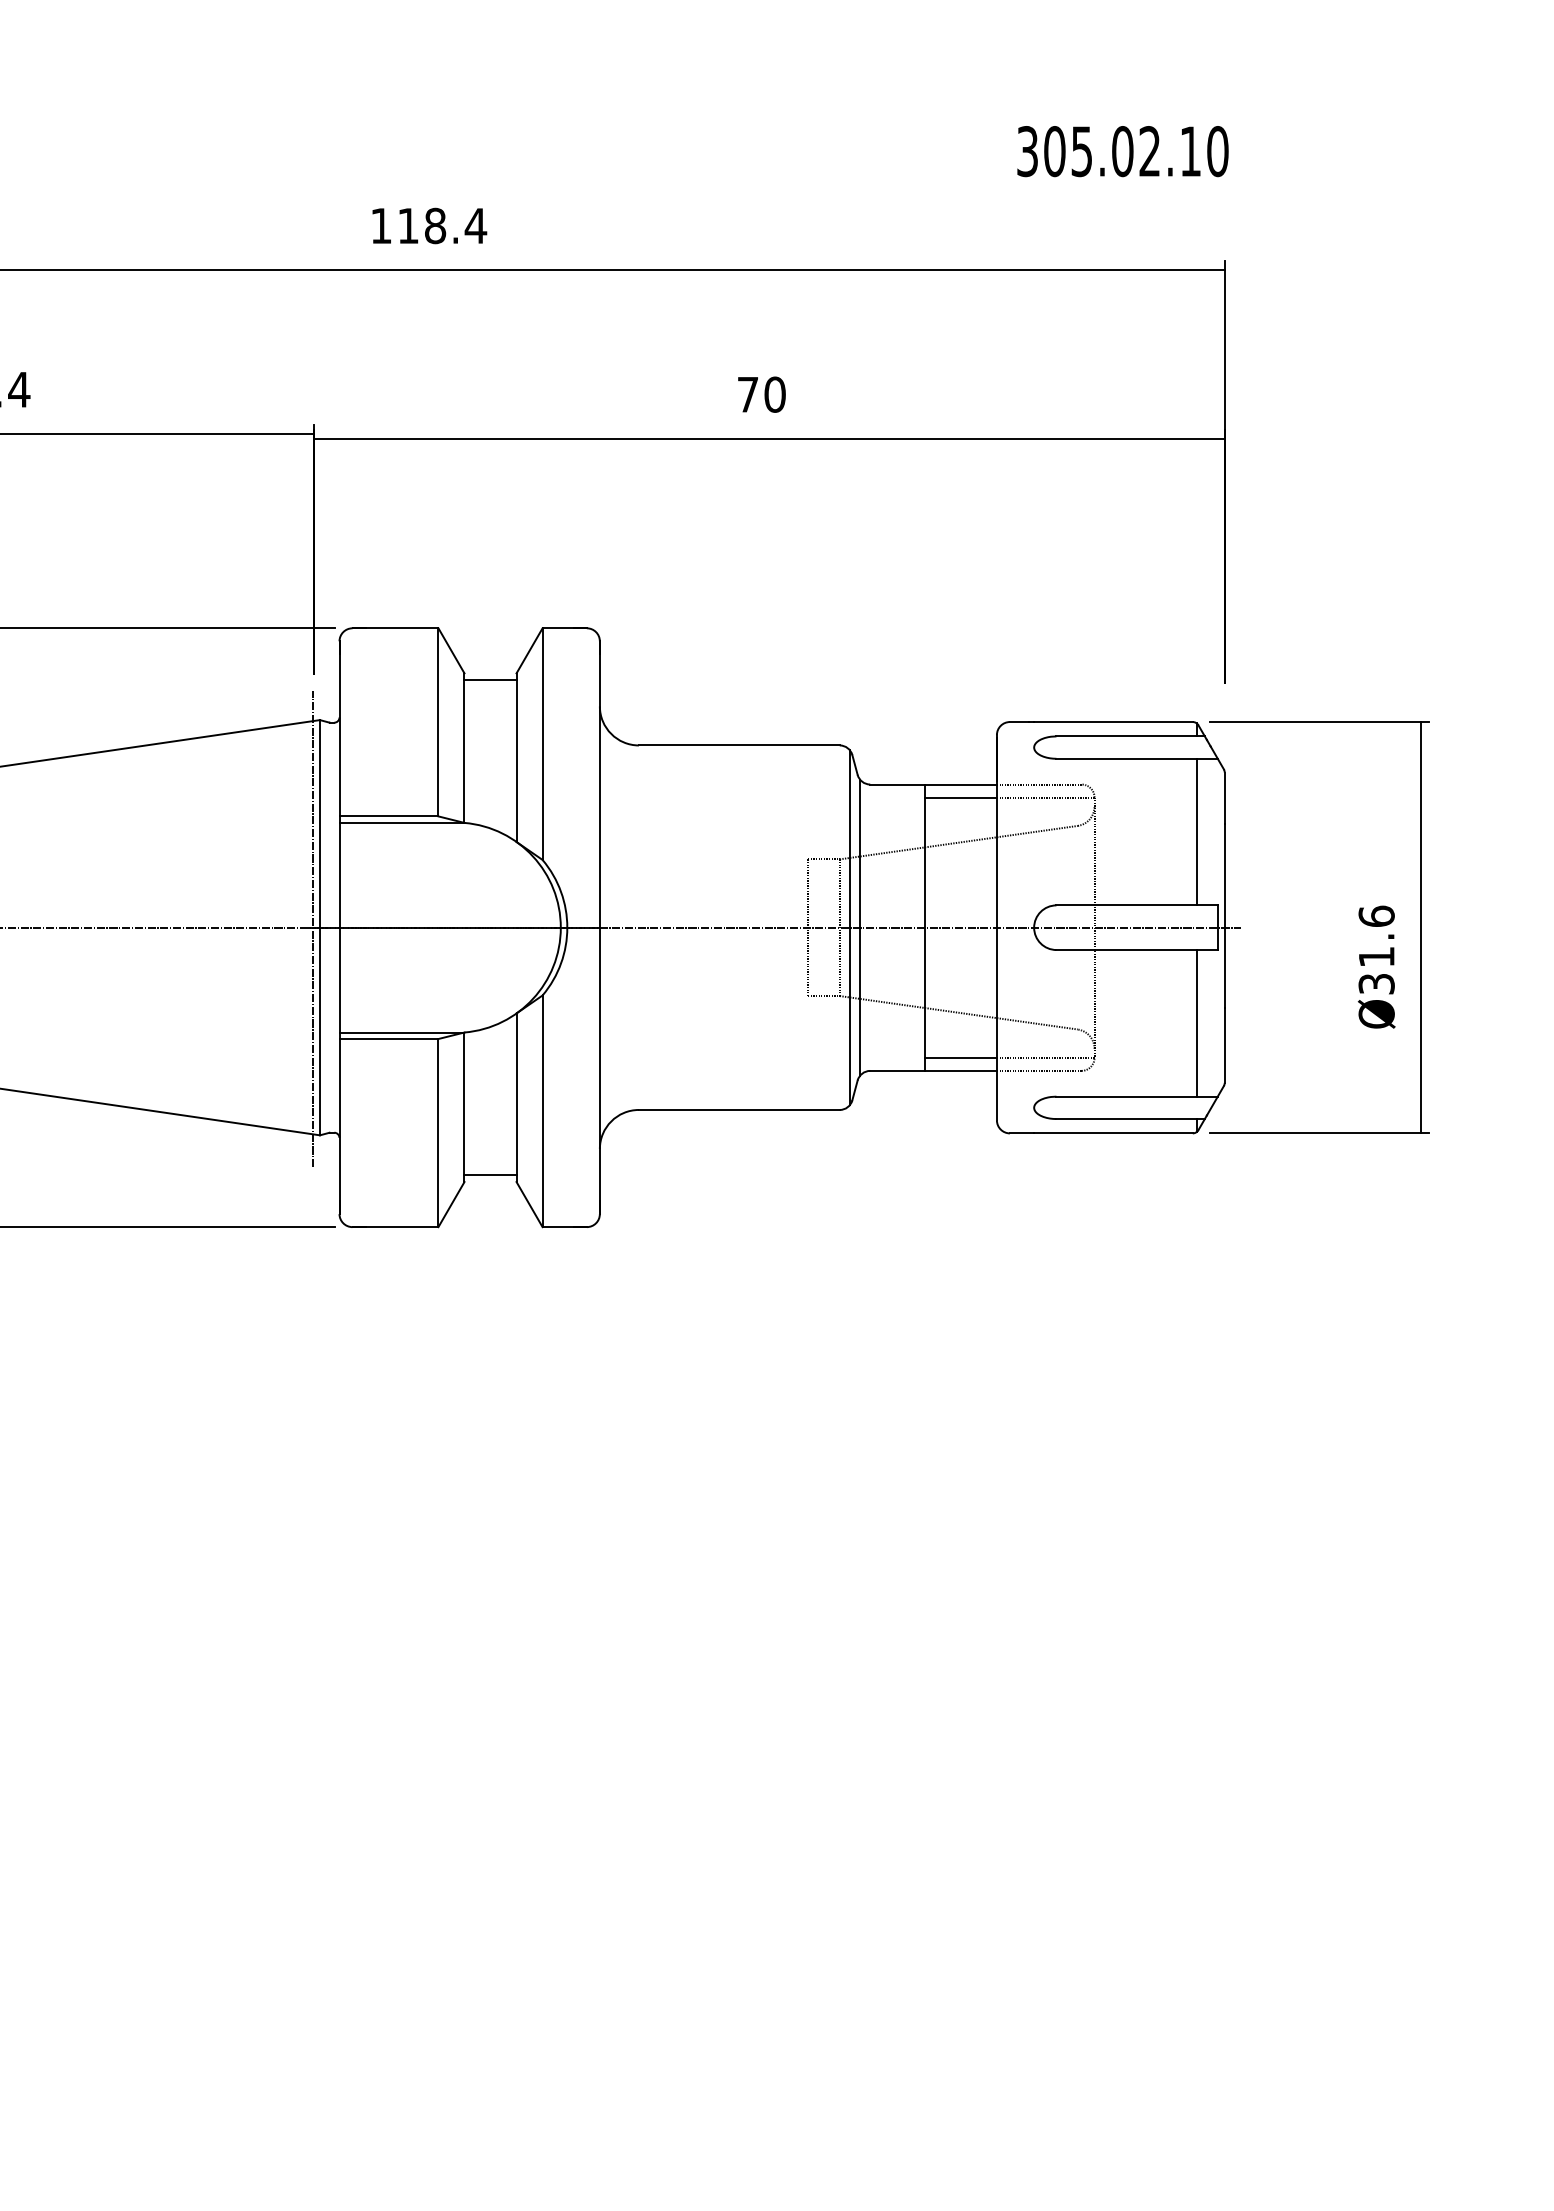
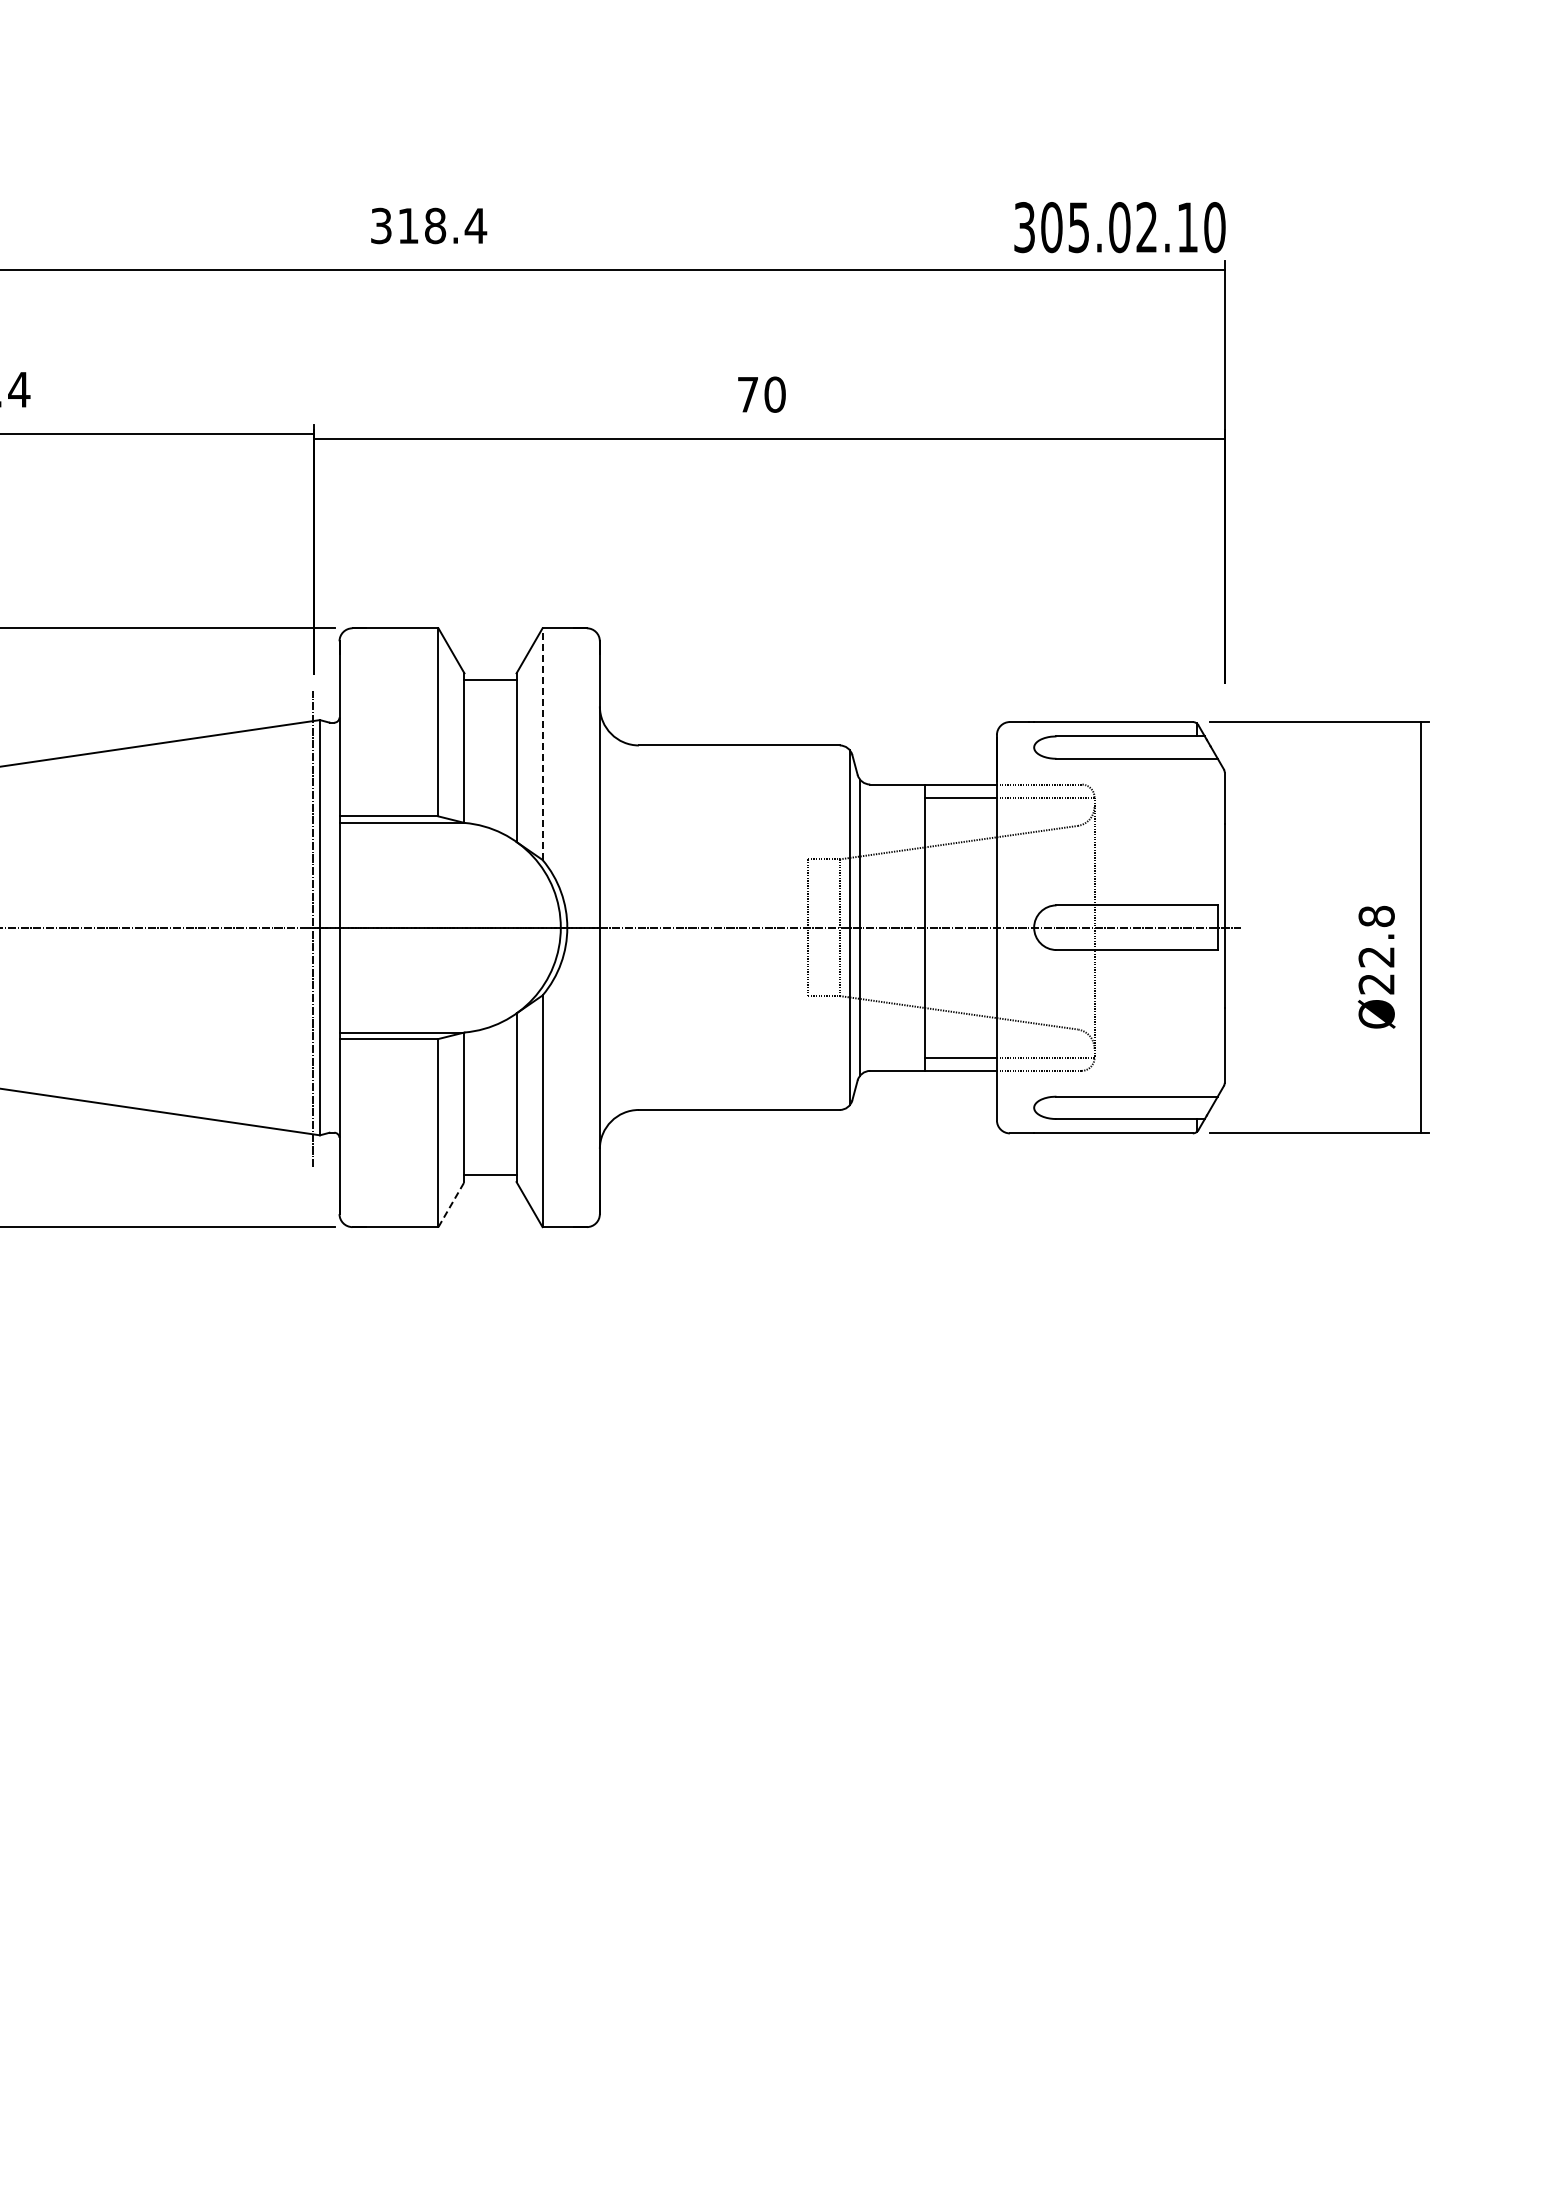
text at (1122, 151) position: (1122, 151) -> (1119, 227)
text at (381, 225): 118.4 -> 318.4
line at (542, 744): solid -> dashed
line at (1196, 831): present -> none
text at (1376, 949): Ø31.6 -> Ø22.8
line at (1196, 1023): present -> none
line at (451, 1204): solid -> dashed
